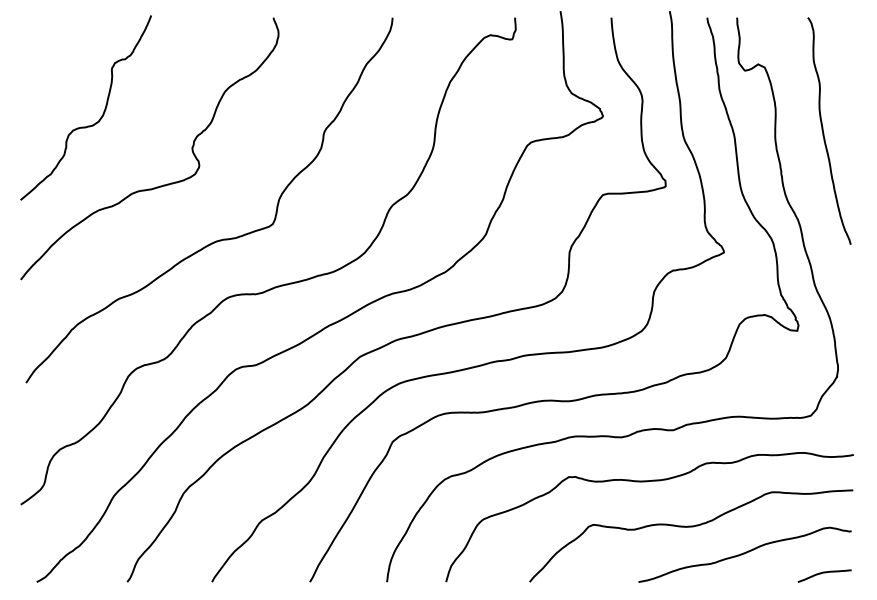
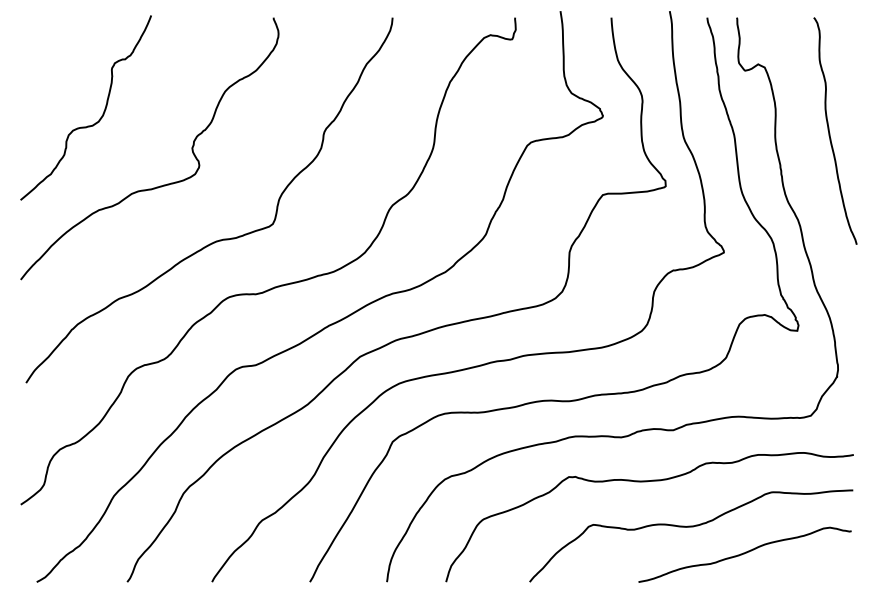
curve at (824, 133) position: (824, 133) -> (830, 133)
curve at (824, 573): present -> none
